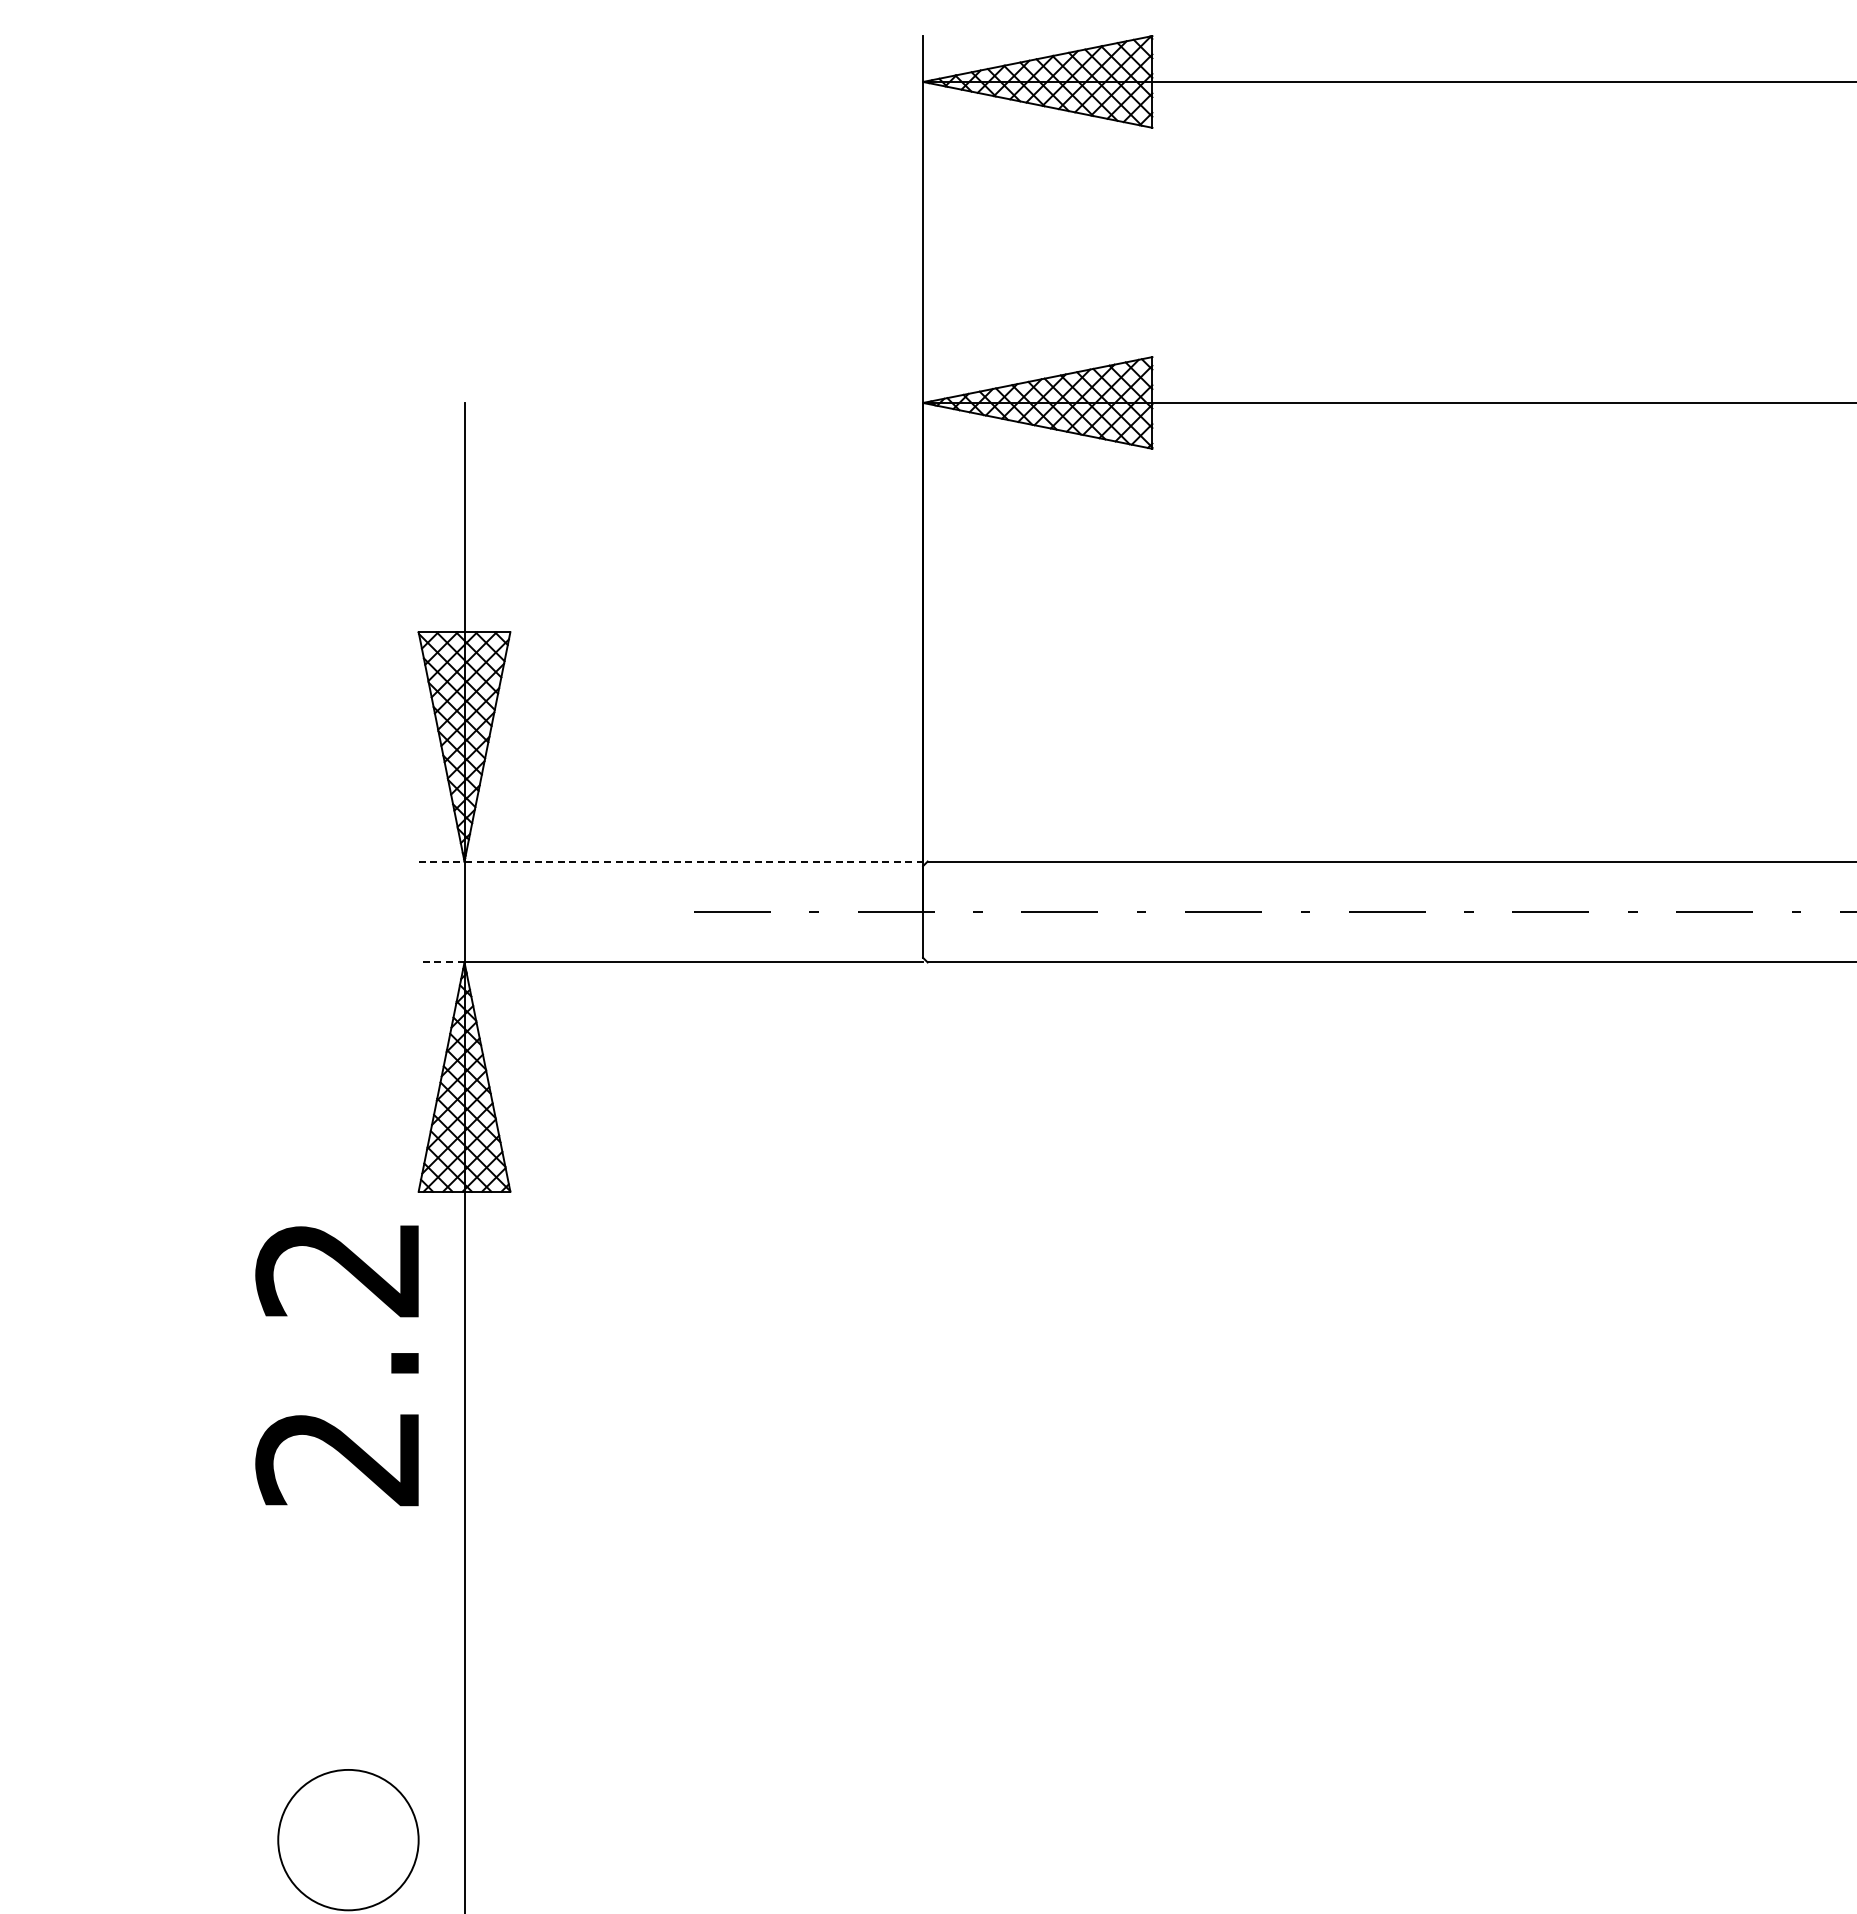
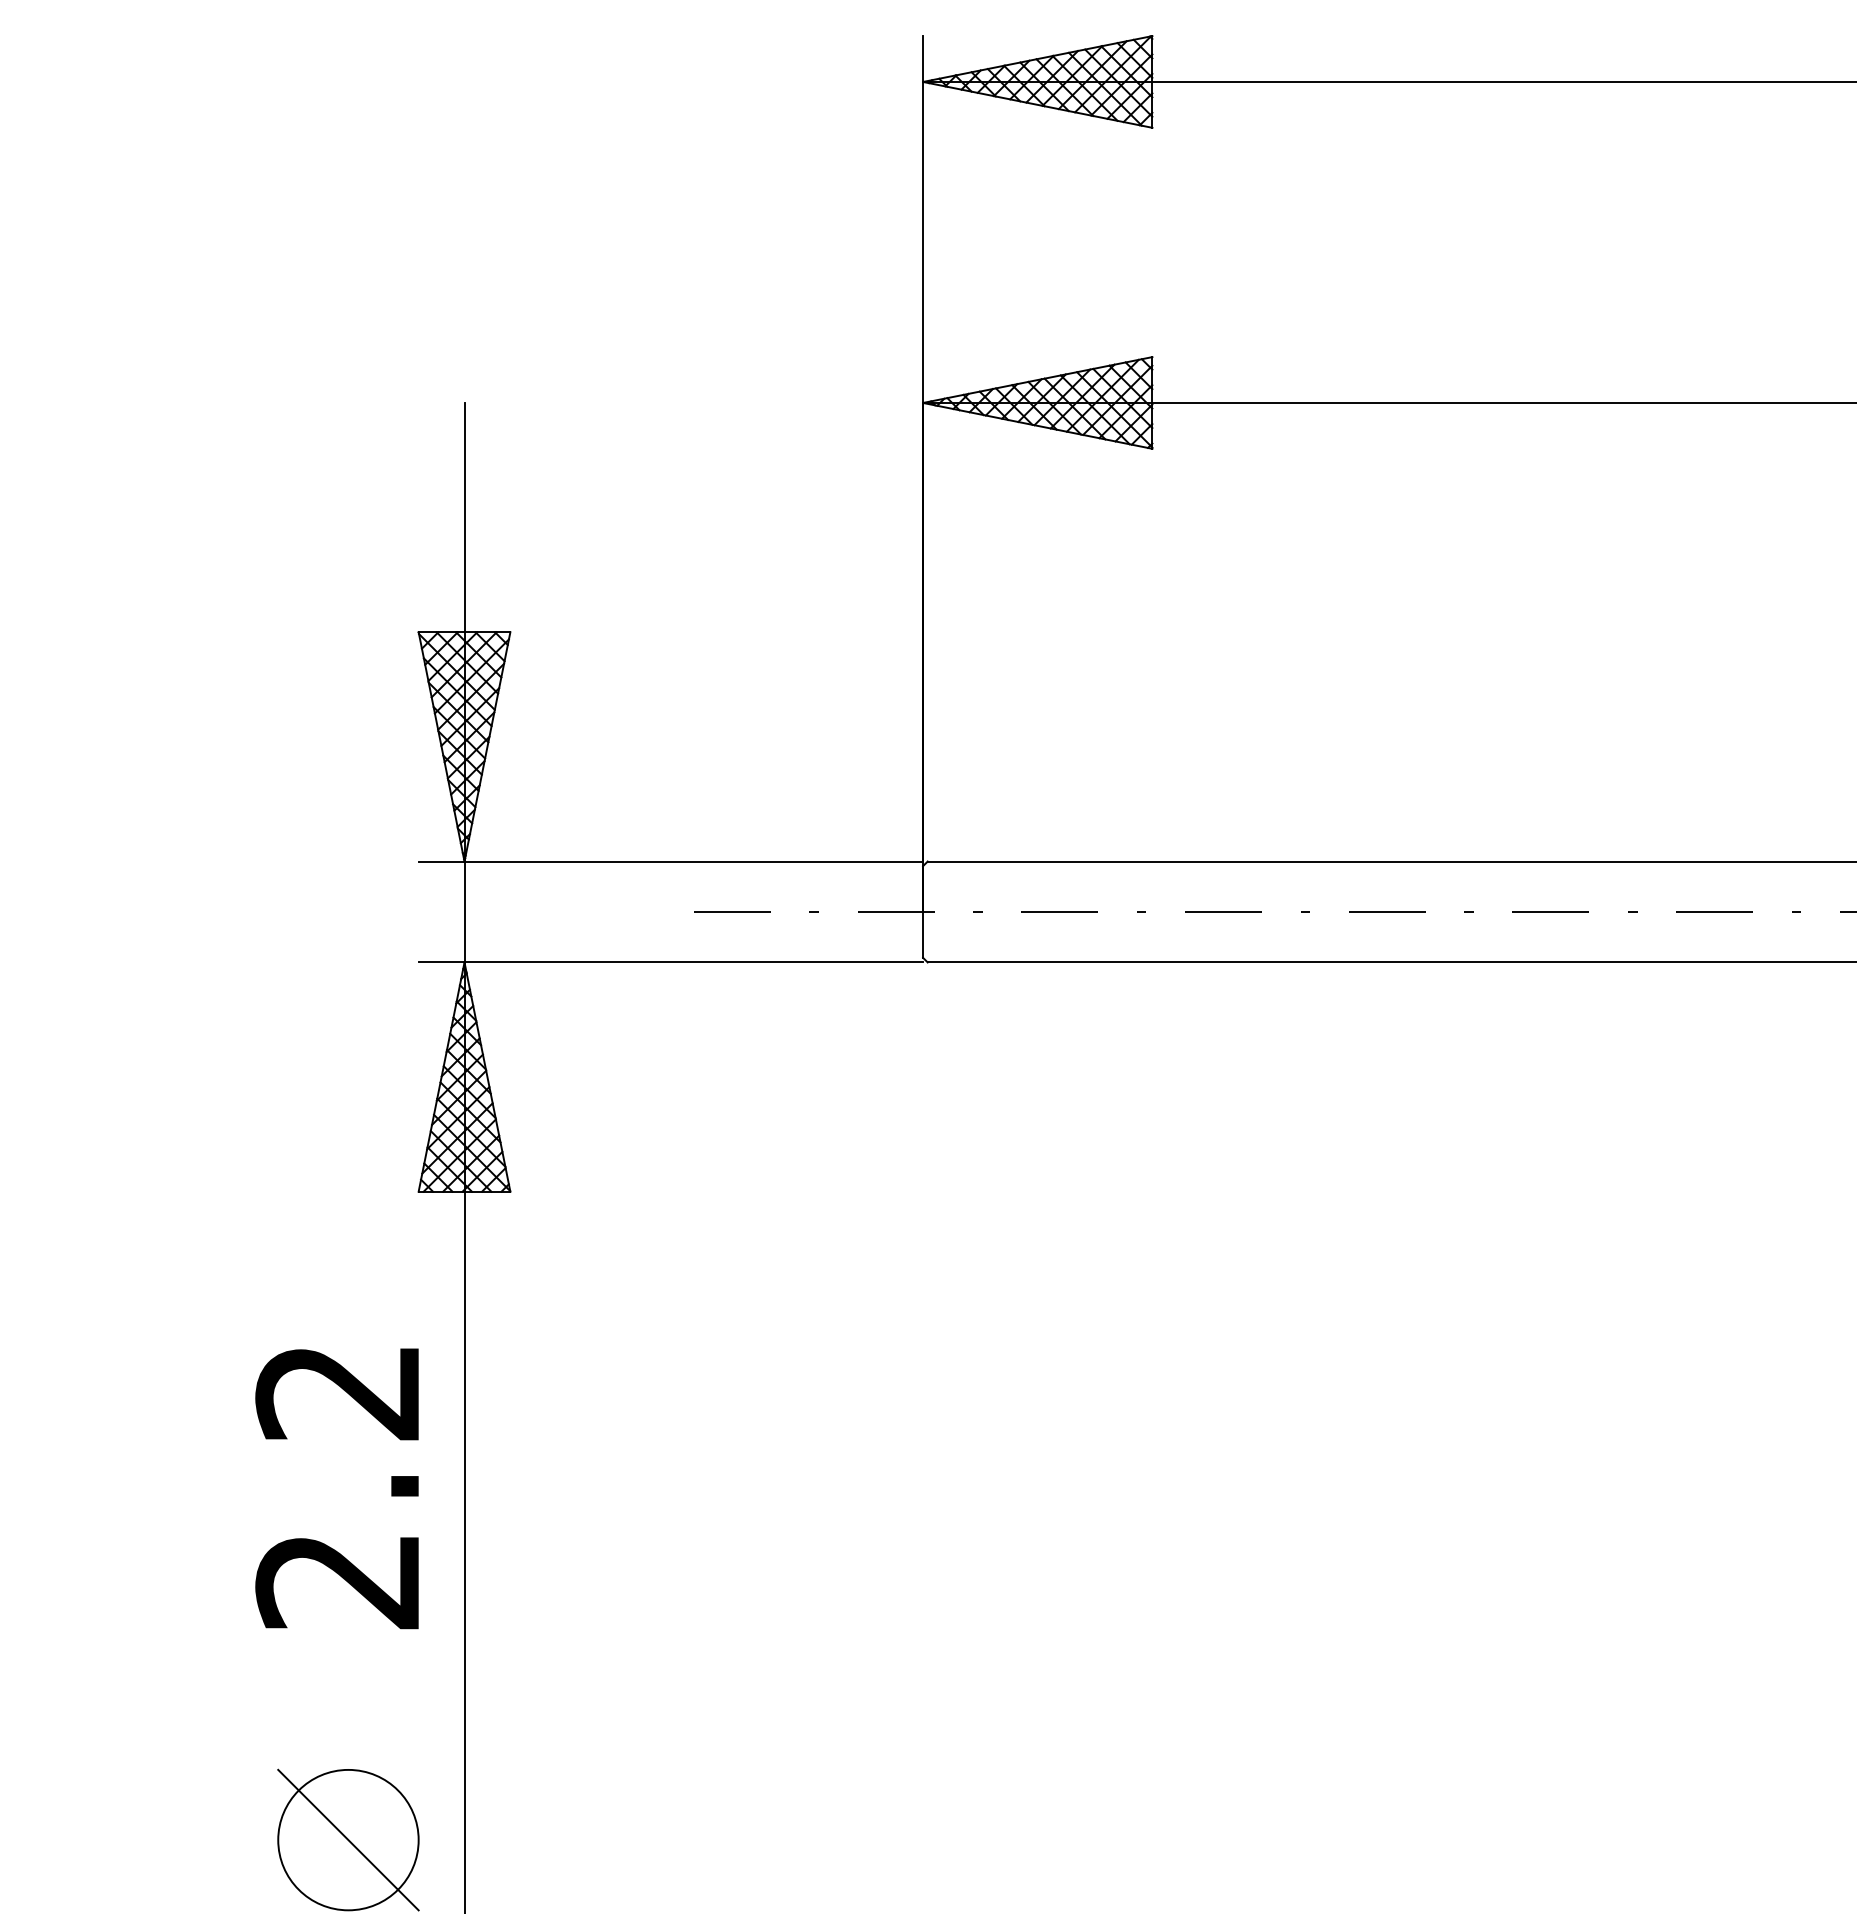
line at (671, 861): dashed -> solid
line at (441, 962): dashed -> solid
text at (336, 1365) position: (336, 1365) -> (336, 1488)
line at (348, 1839): none -> present
